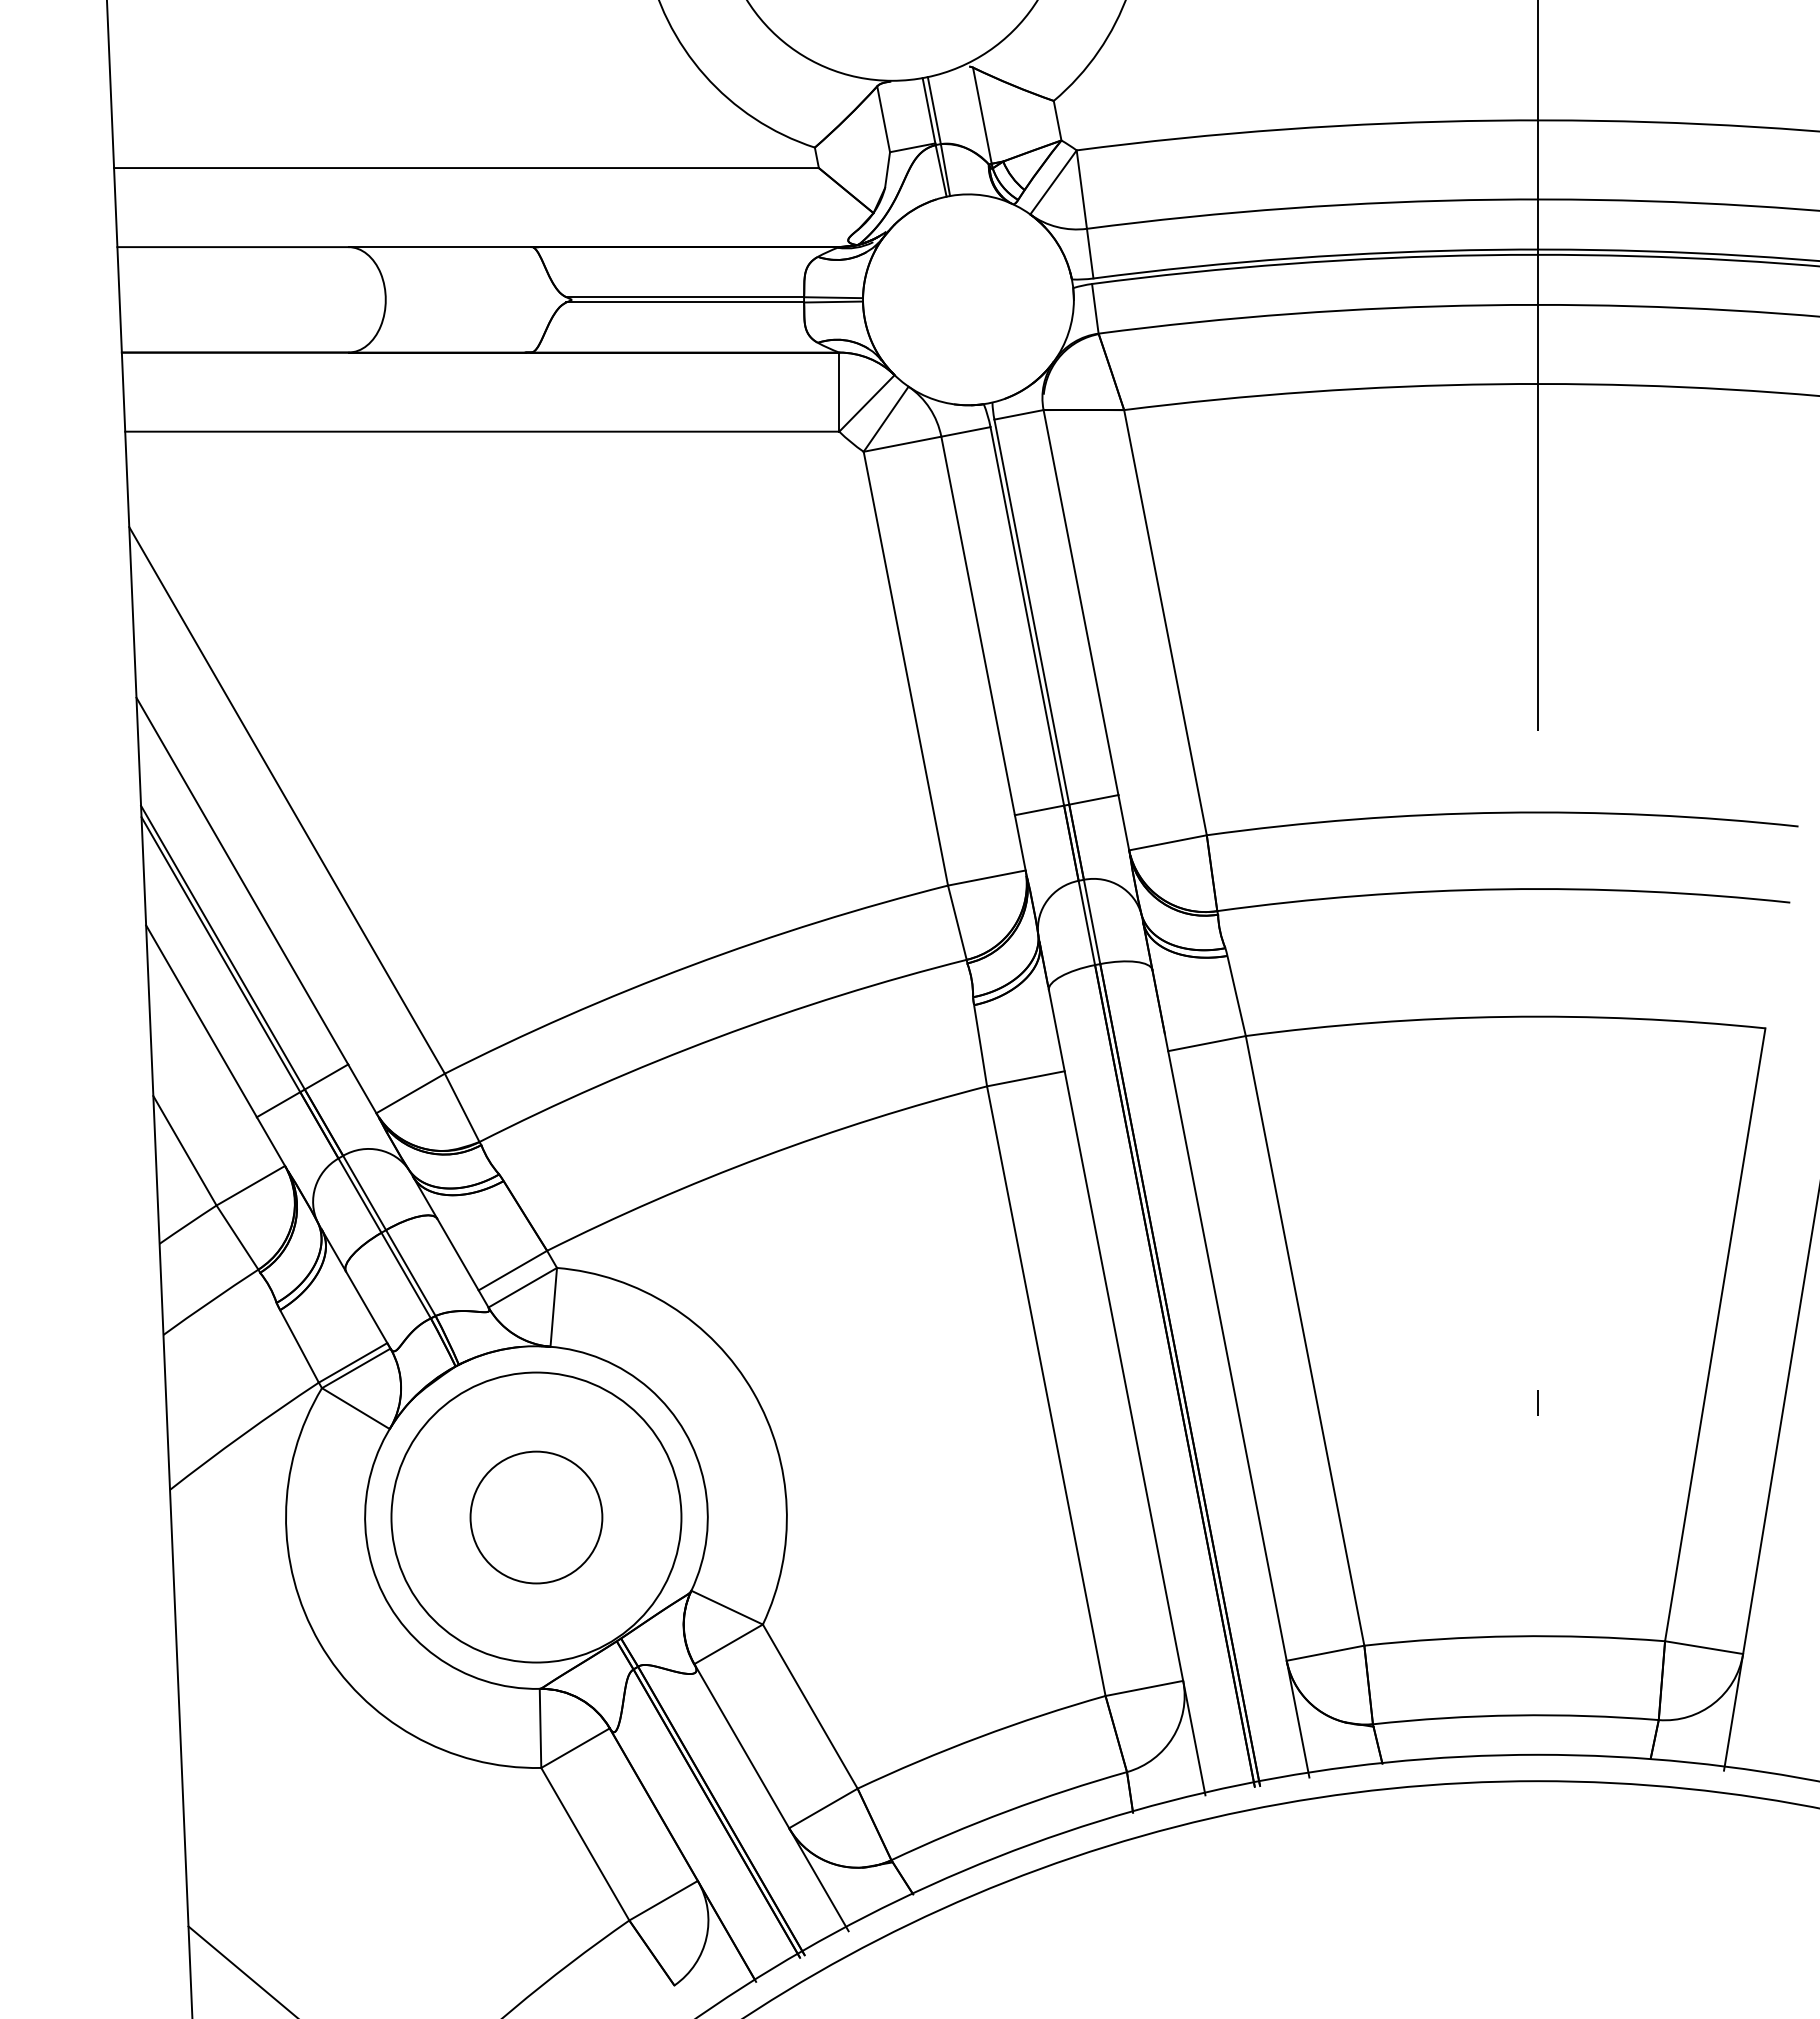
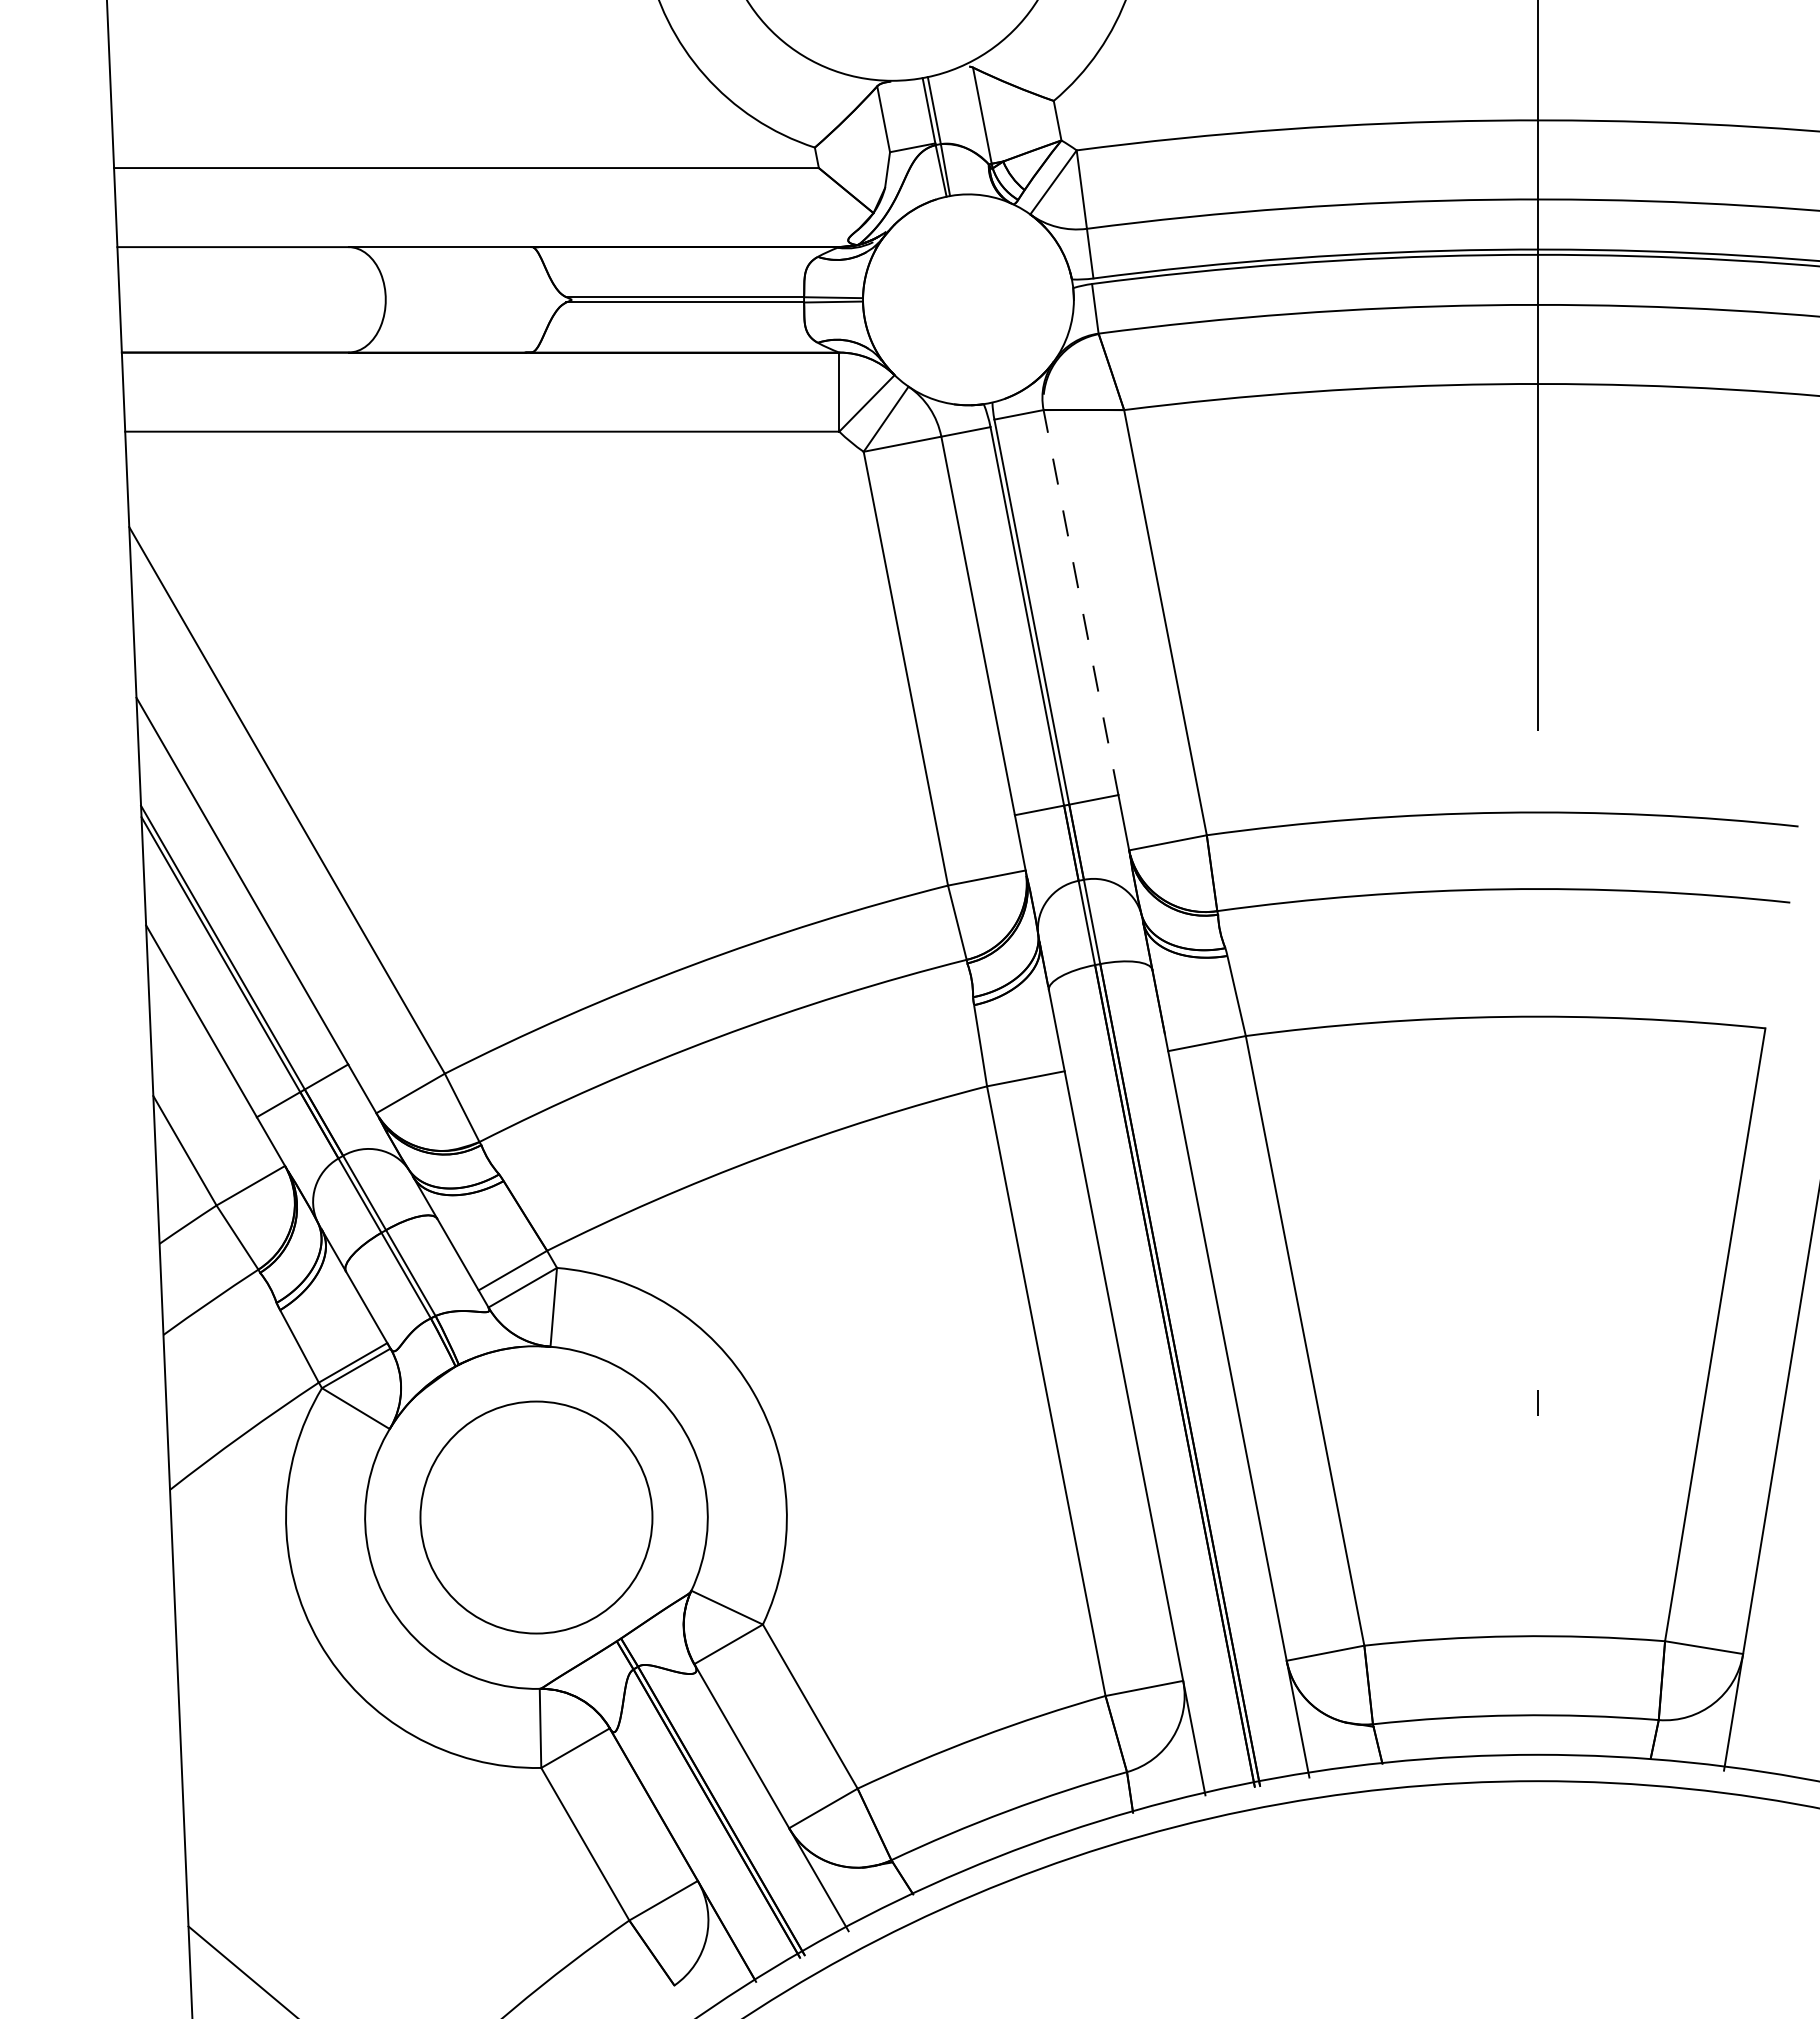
line at (1080, 602): solid -> dashed
circle at (536, 1517) diameter: 290 px -> 232 px
circle at (536, 1517): present -> none
